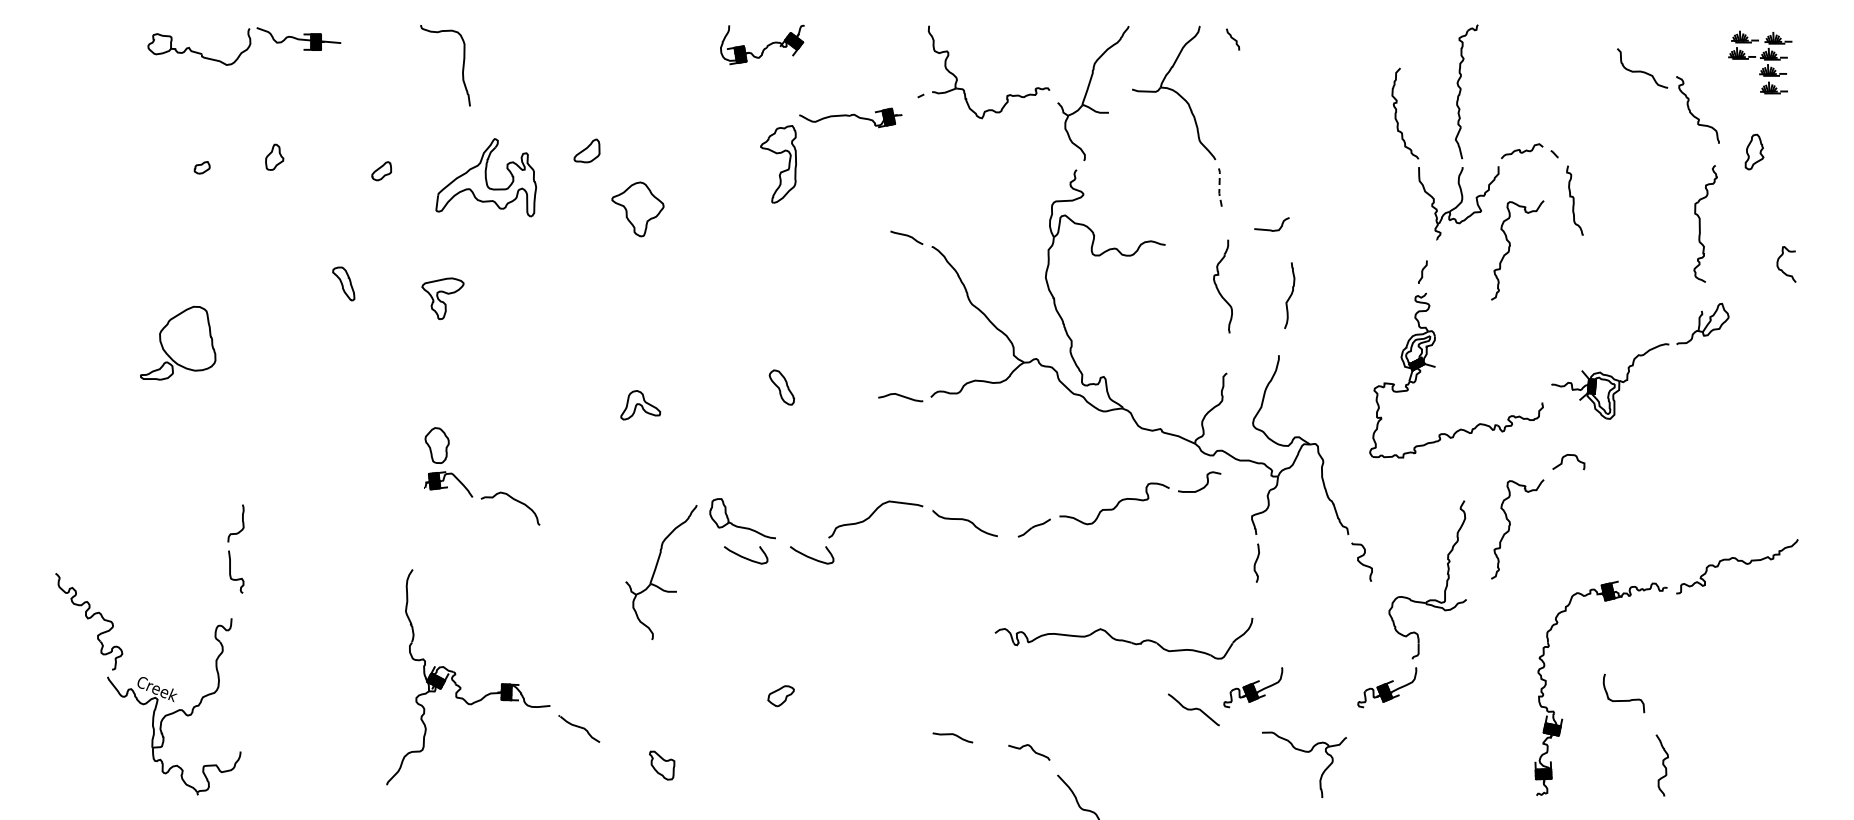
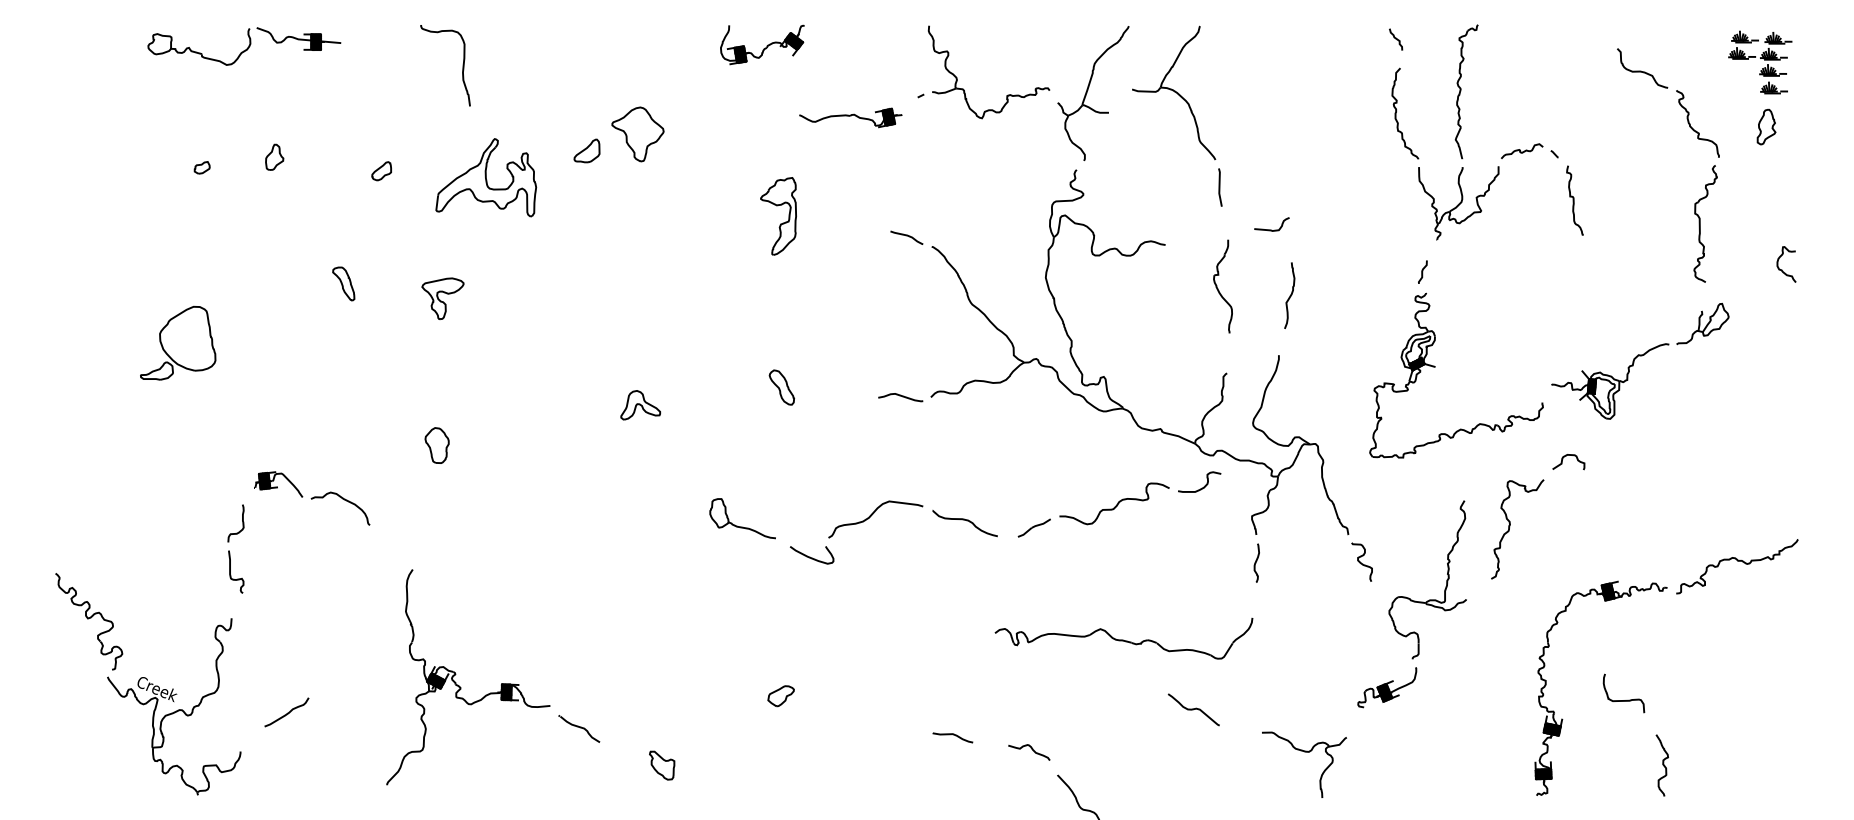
curve at (1233, 39) position: (1233, 39) -> (1396, 39)
curve at (1692, 113) position: (1692, 113) -> (1692, 127)
part at (1754, 151) position: (1754, 151) -> (1766, 126)
part at (782, 170) position: (782, 170) -> (782, 222)
line at (1219, 187): dashed -> solid
part at (637, 209) position: (637, 209) -> (637, 134)
curve at (1510, 248): present -> none
part at (482, 498) position: (482, 498) -> (312, 498)
curve at (746, 557): present -> none
part at (661, 572): present -> none
part at (1253, 687): present -> none
curve at (287, 712): none -> present
